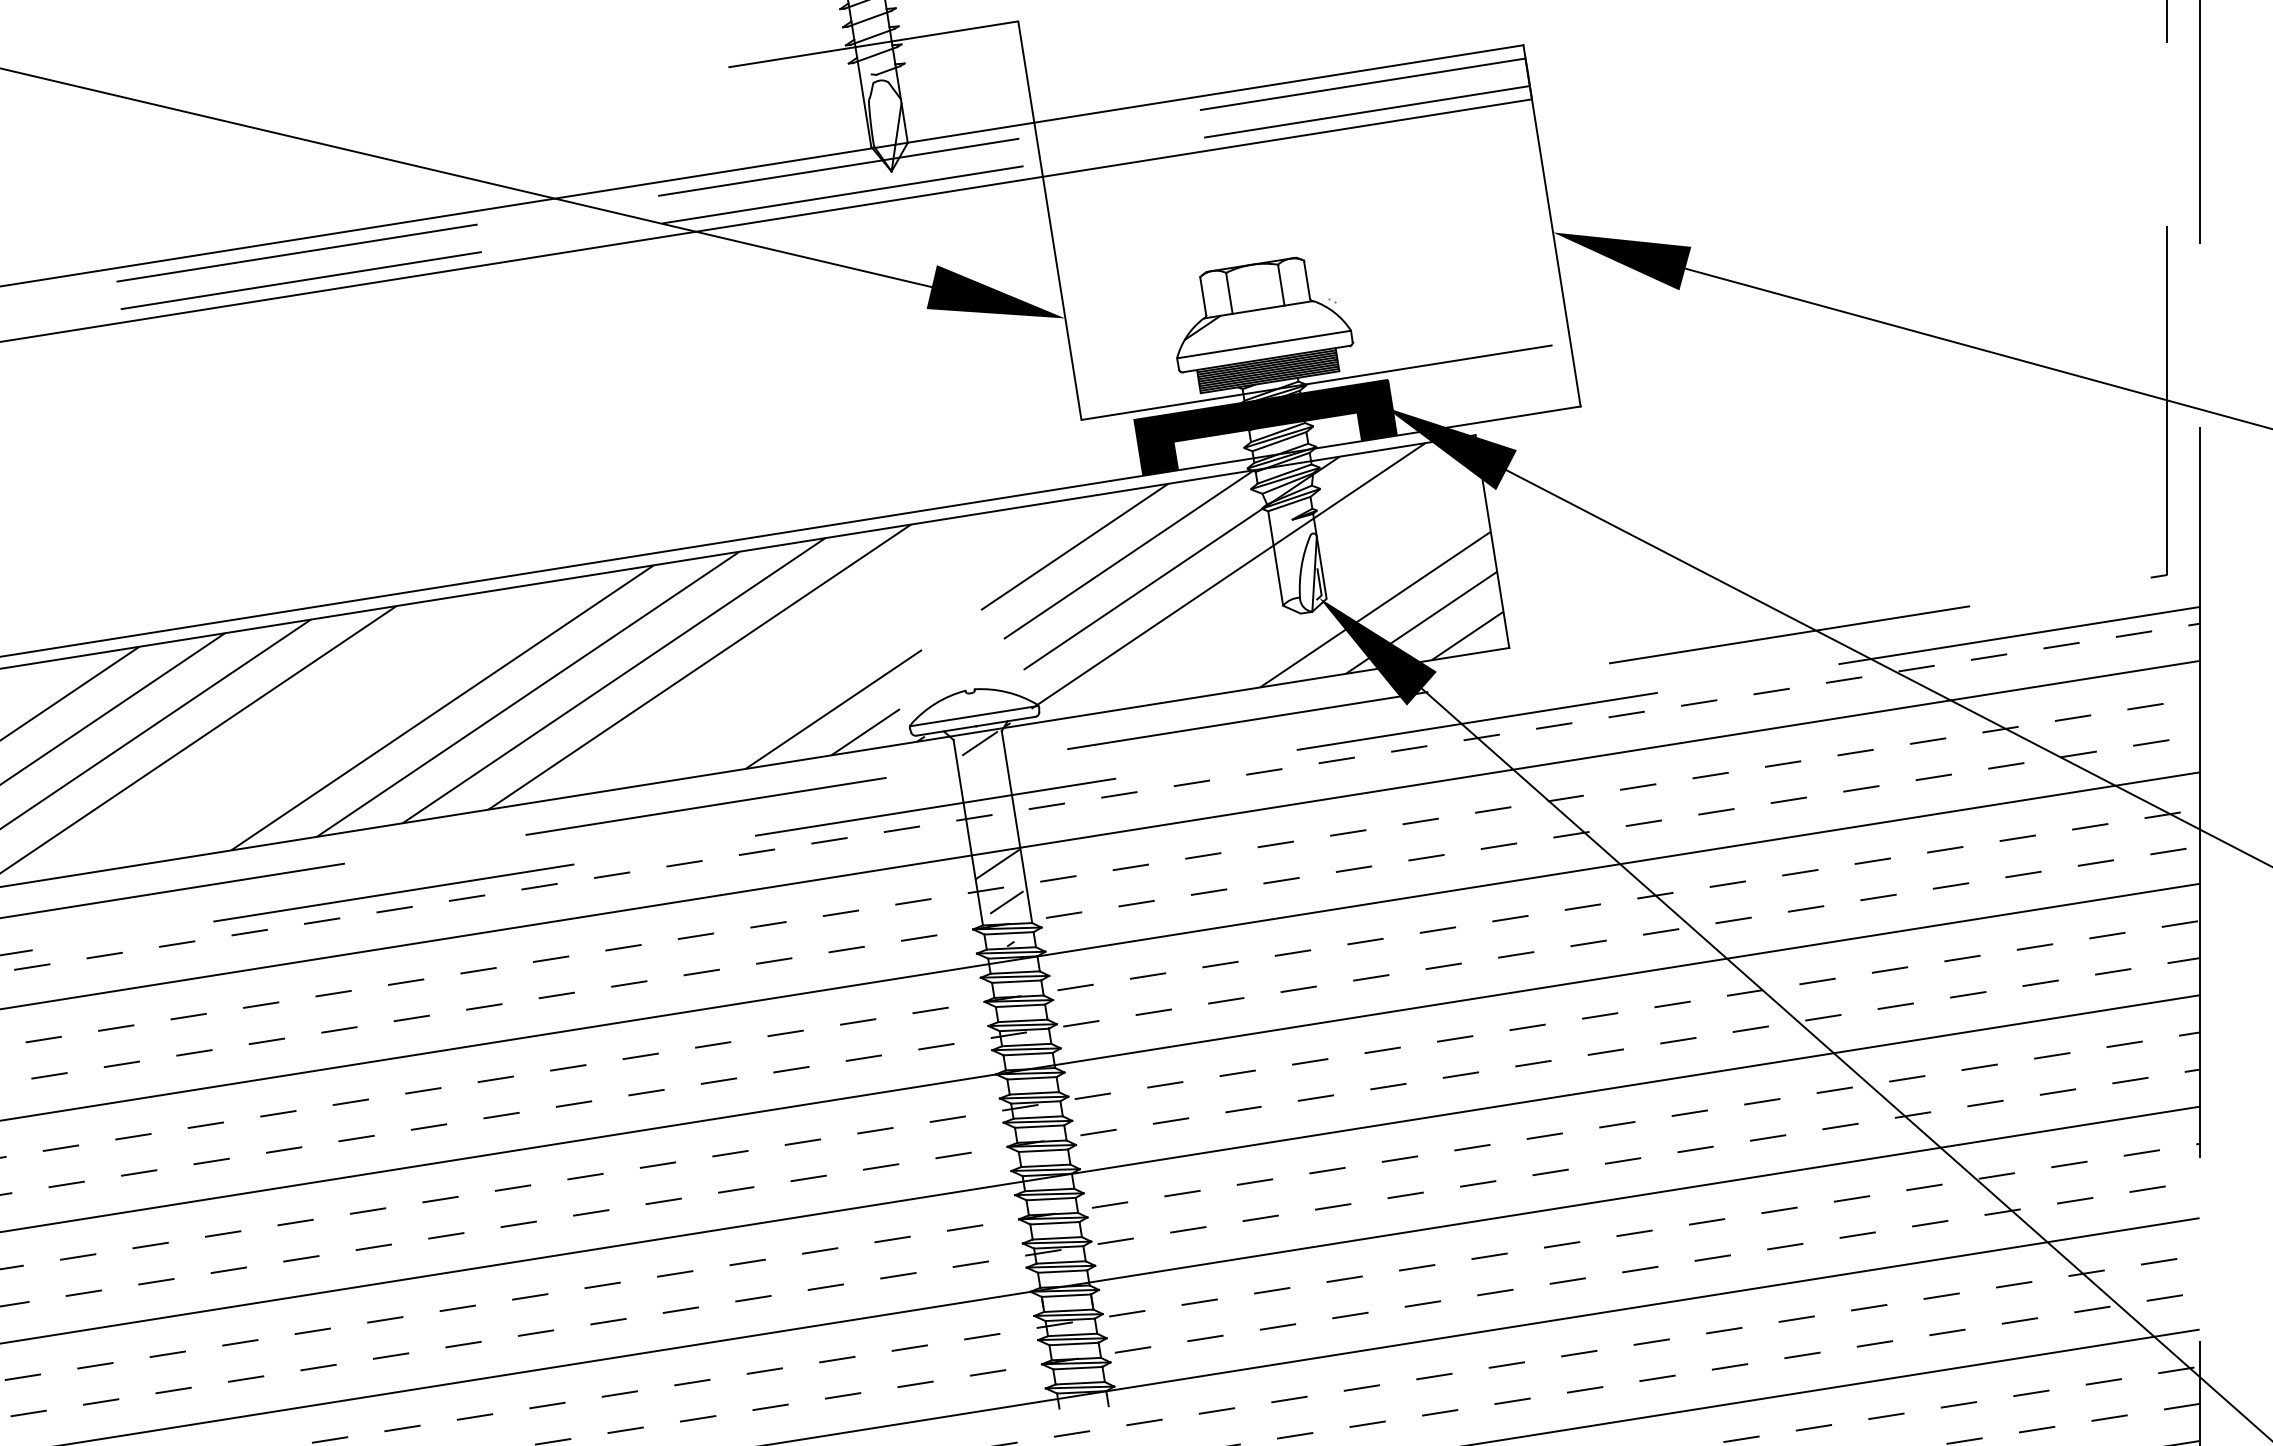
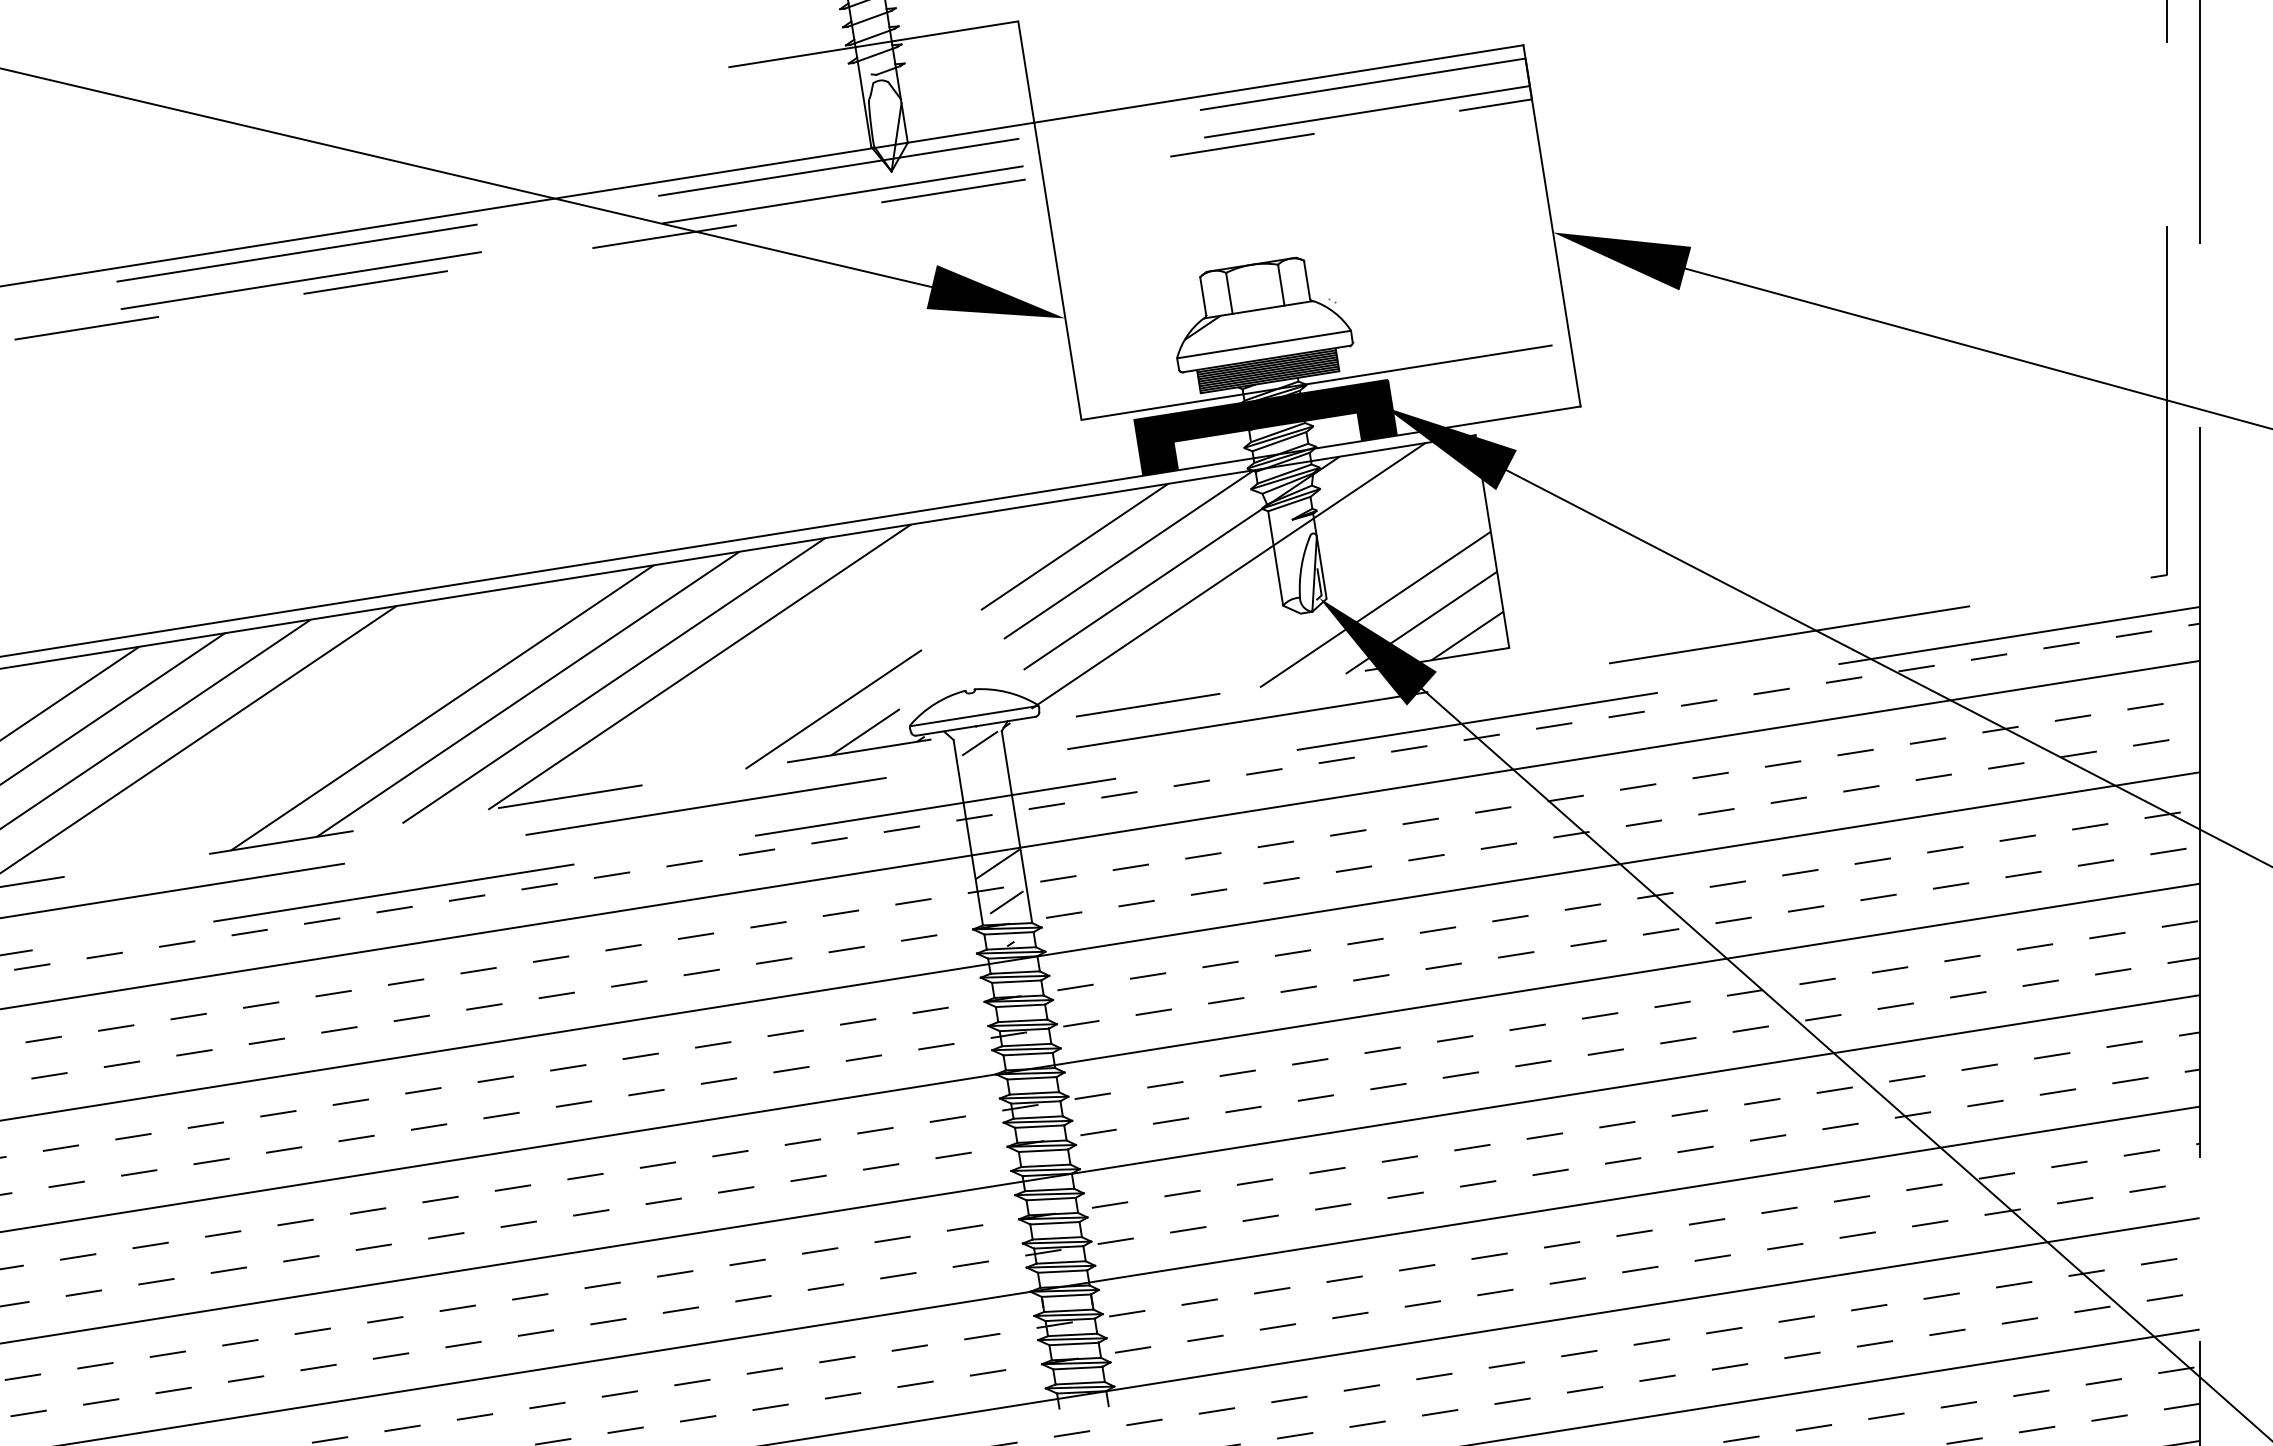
line at (766, 220): solid -> dashed
line at (754, 767): solid -> dashed
